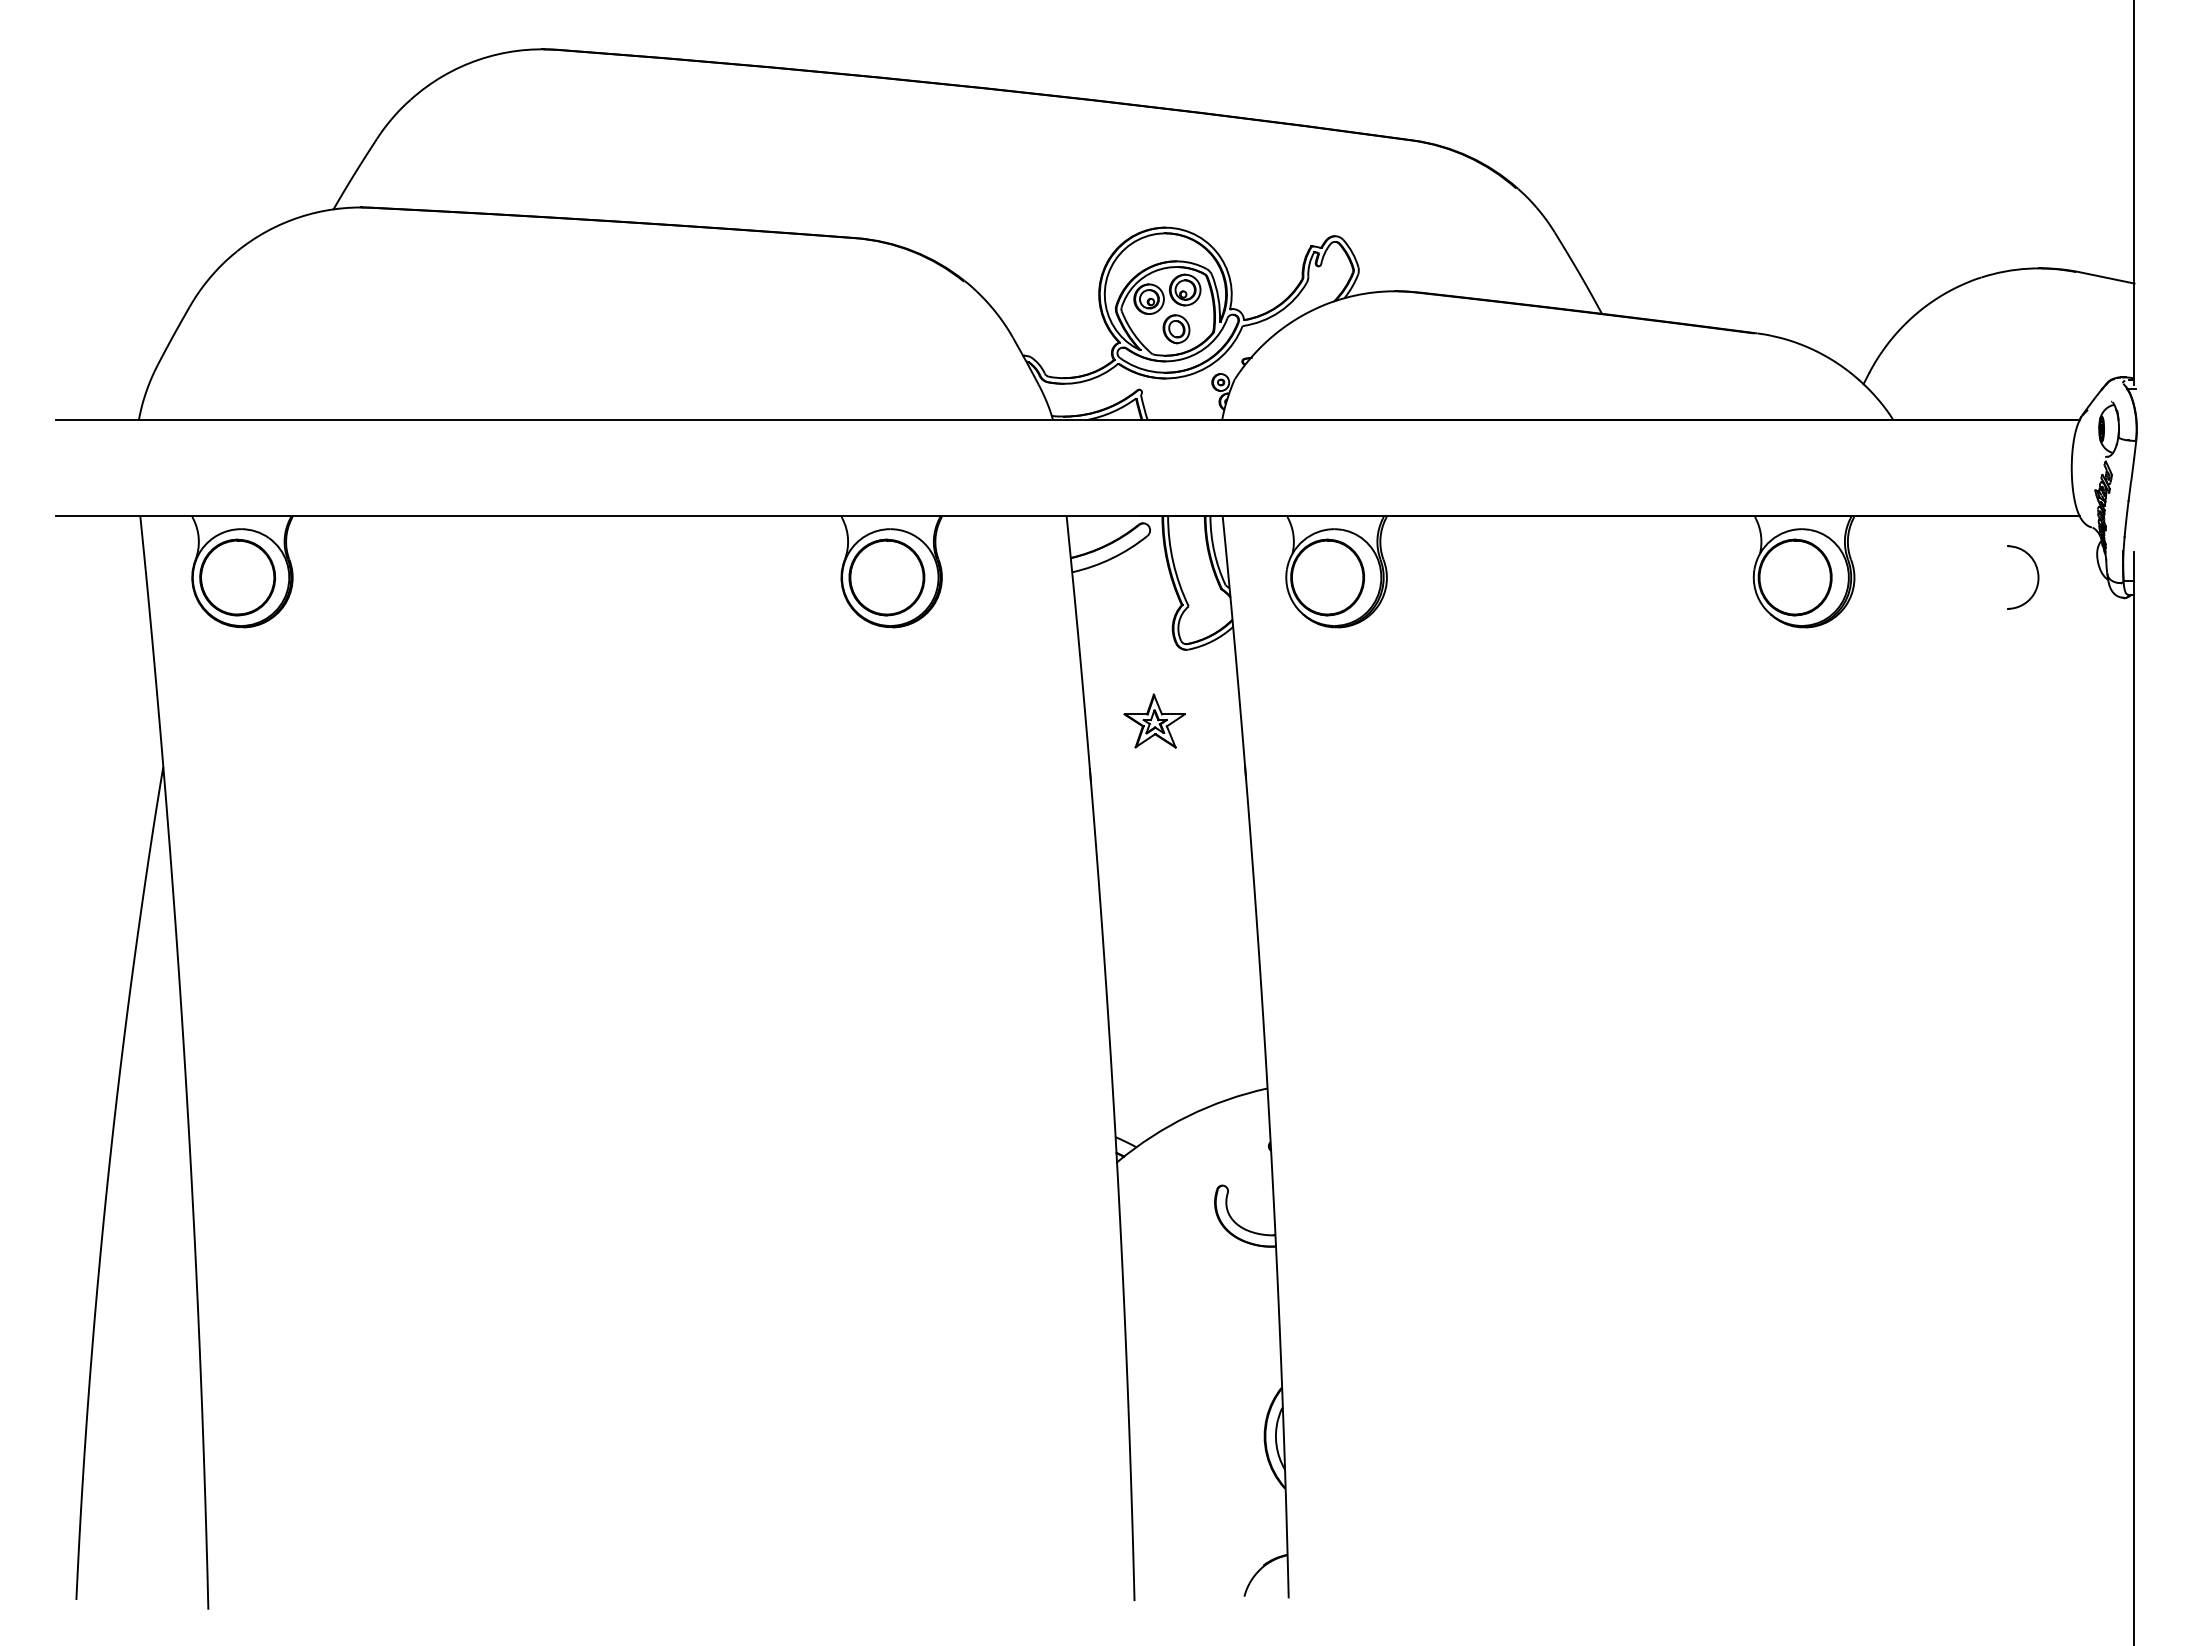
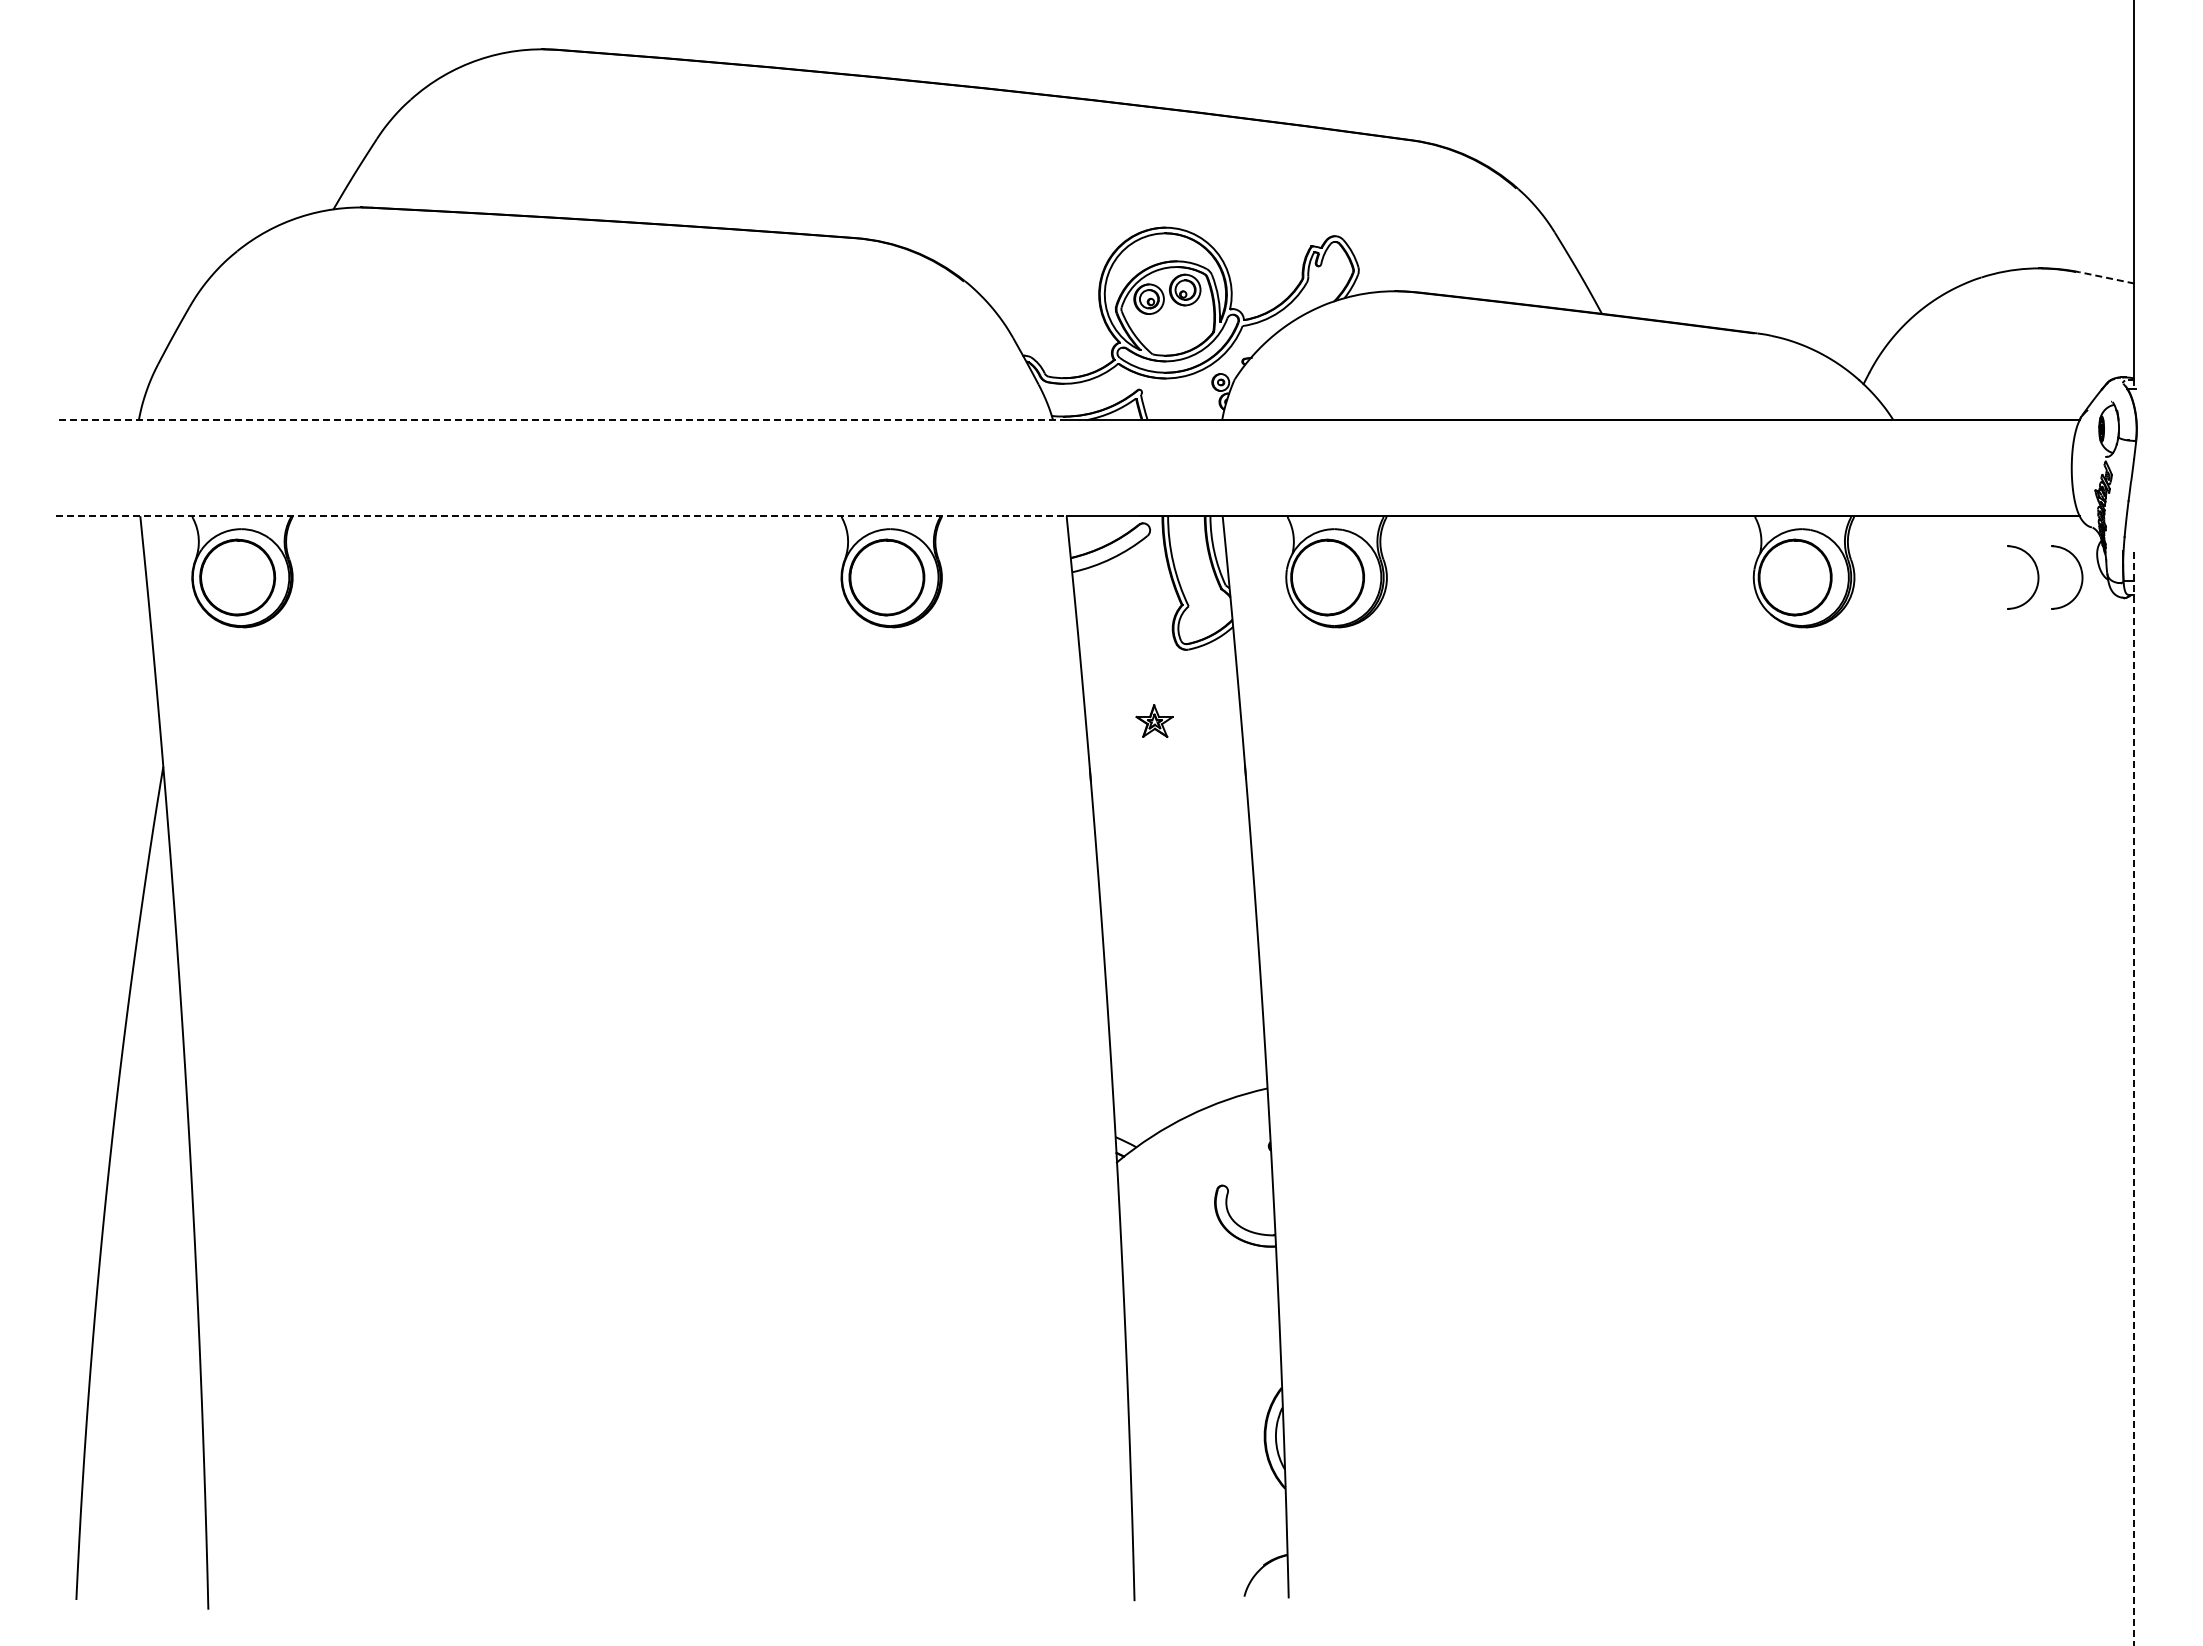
line at (2106, 277): solid -> dashed
part at (1176, 329): present -> none
line at (561, 420): solid -> dashed
line at (561, 516): solid -> dashed
part at (2081, 577): none -> present
part at (1154, 720) size: 63x56 px -> 39x34 px
line at (2134, 1098): solid -> dashed
